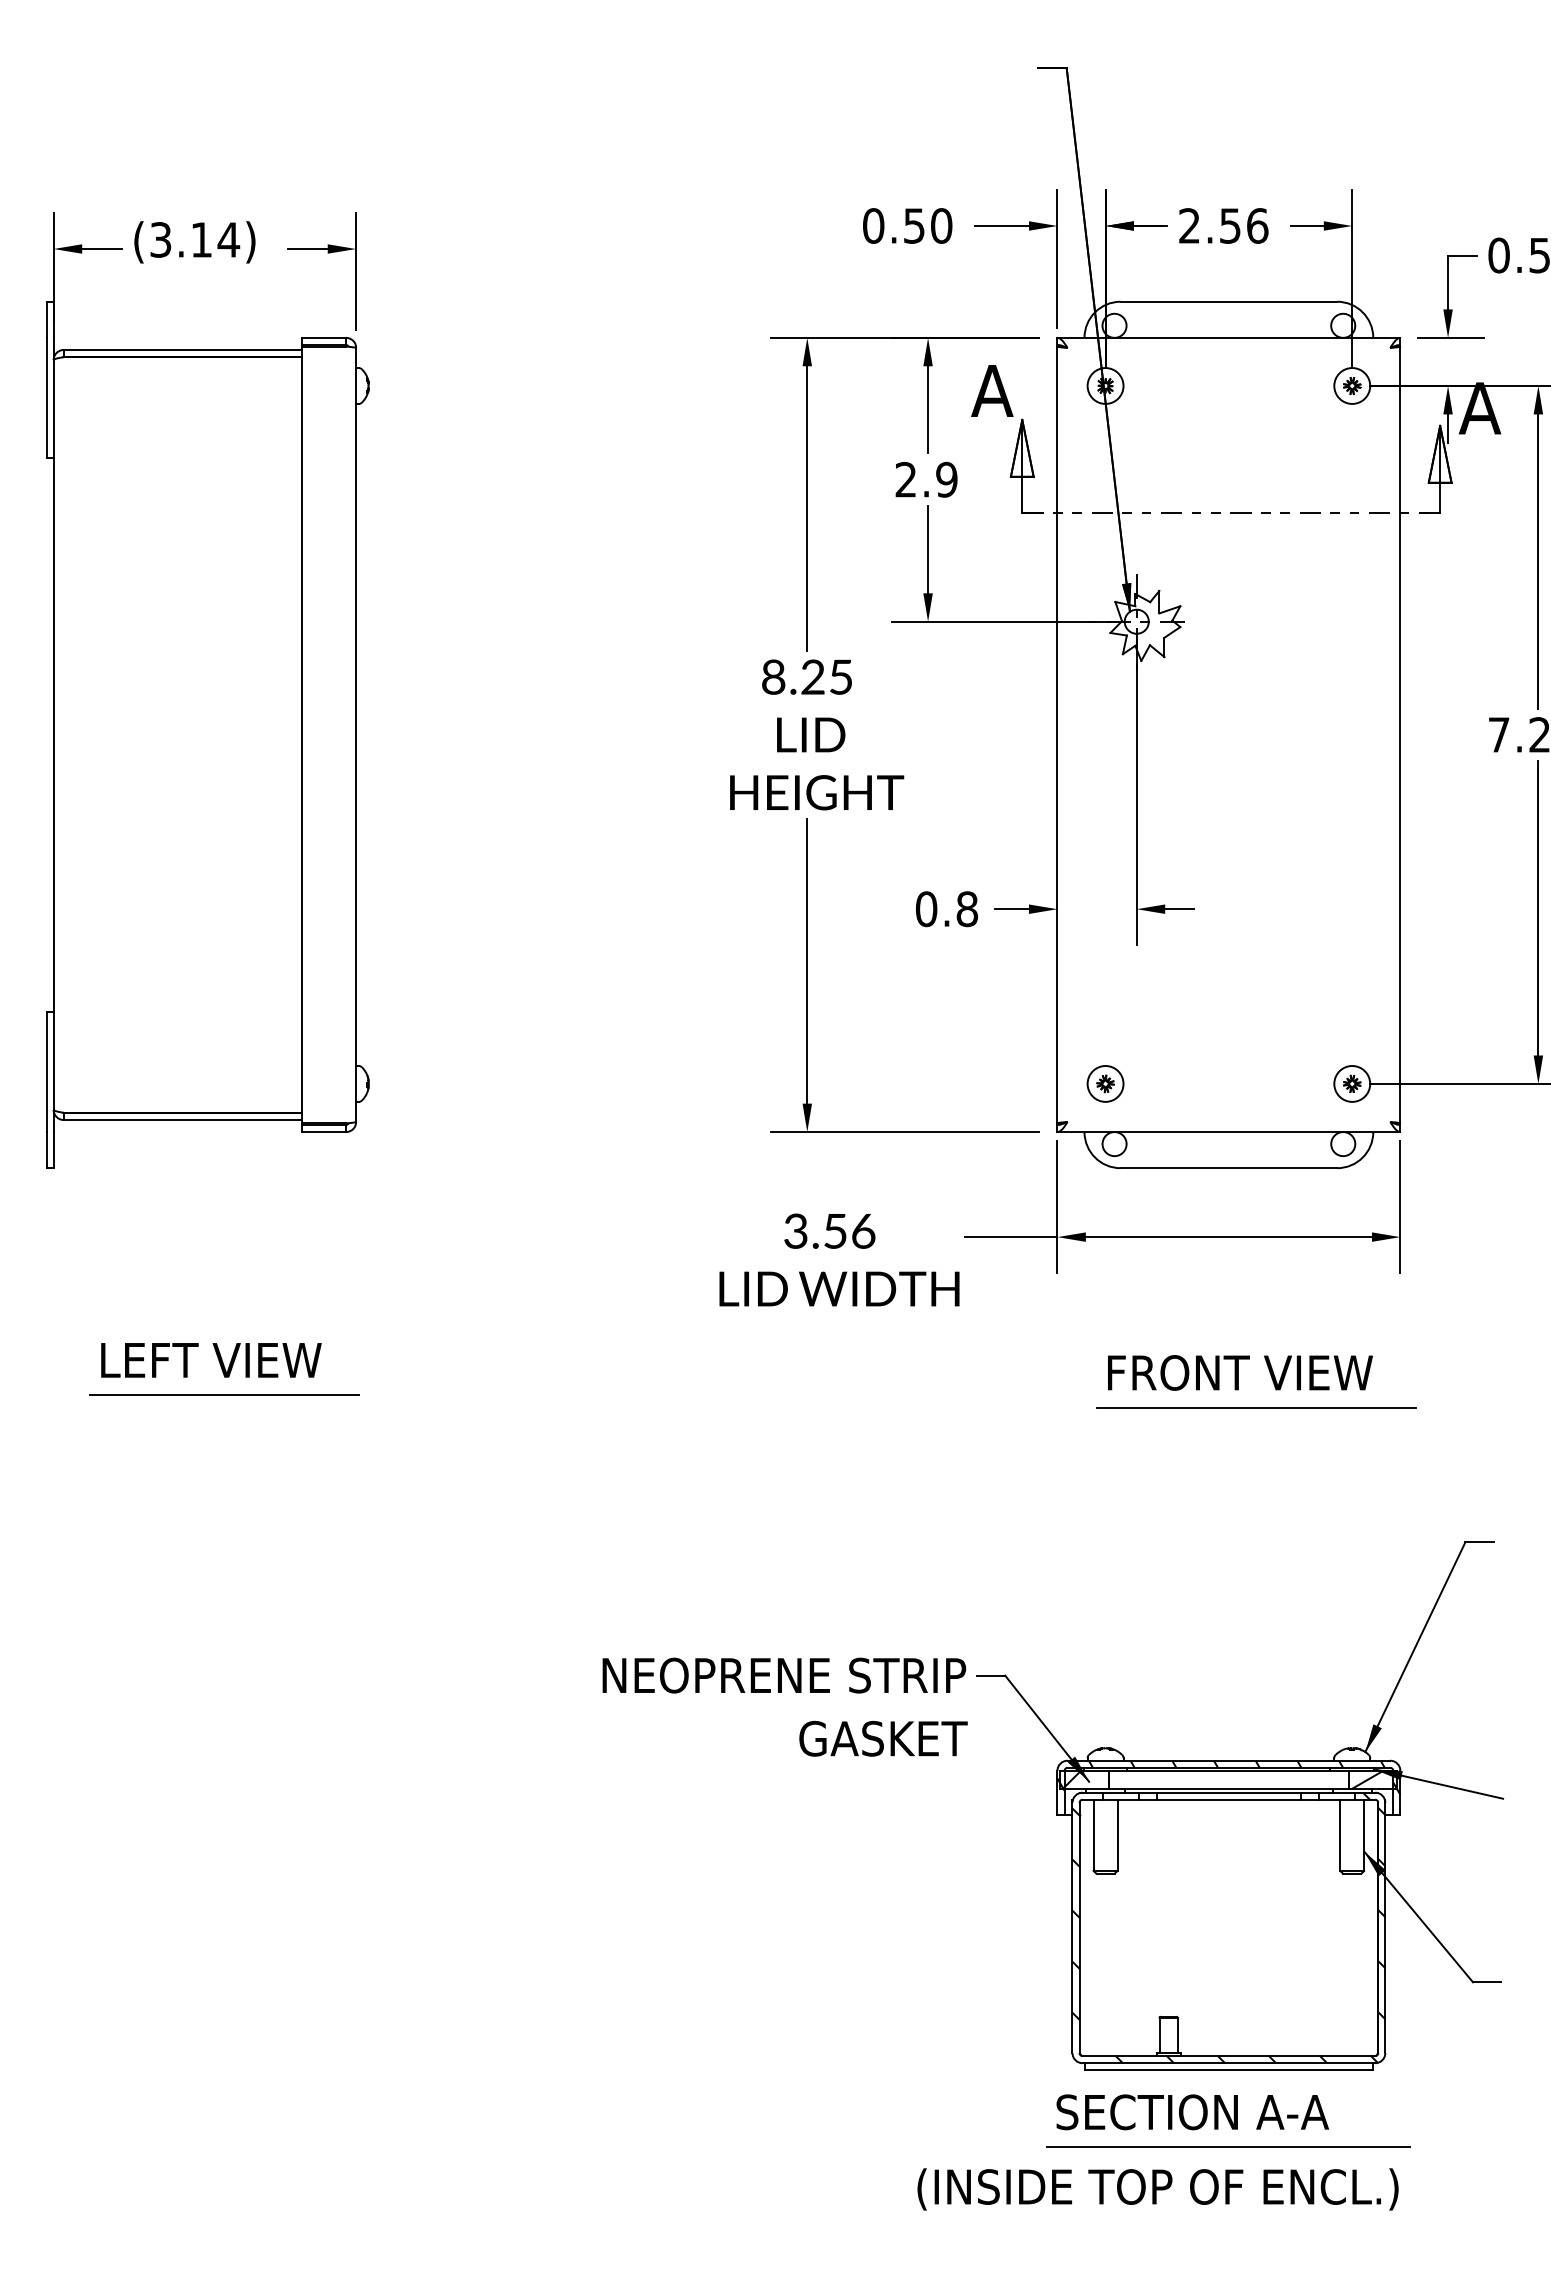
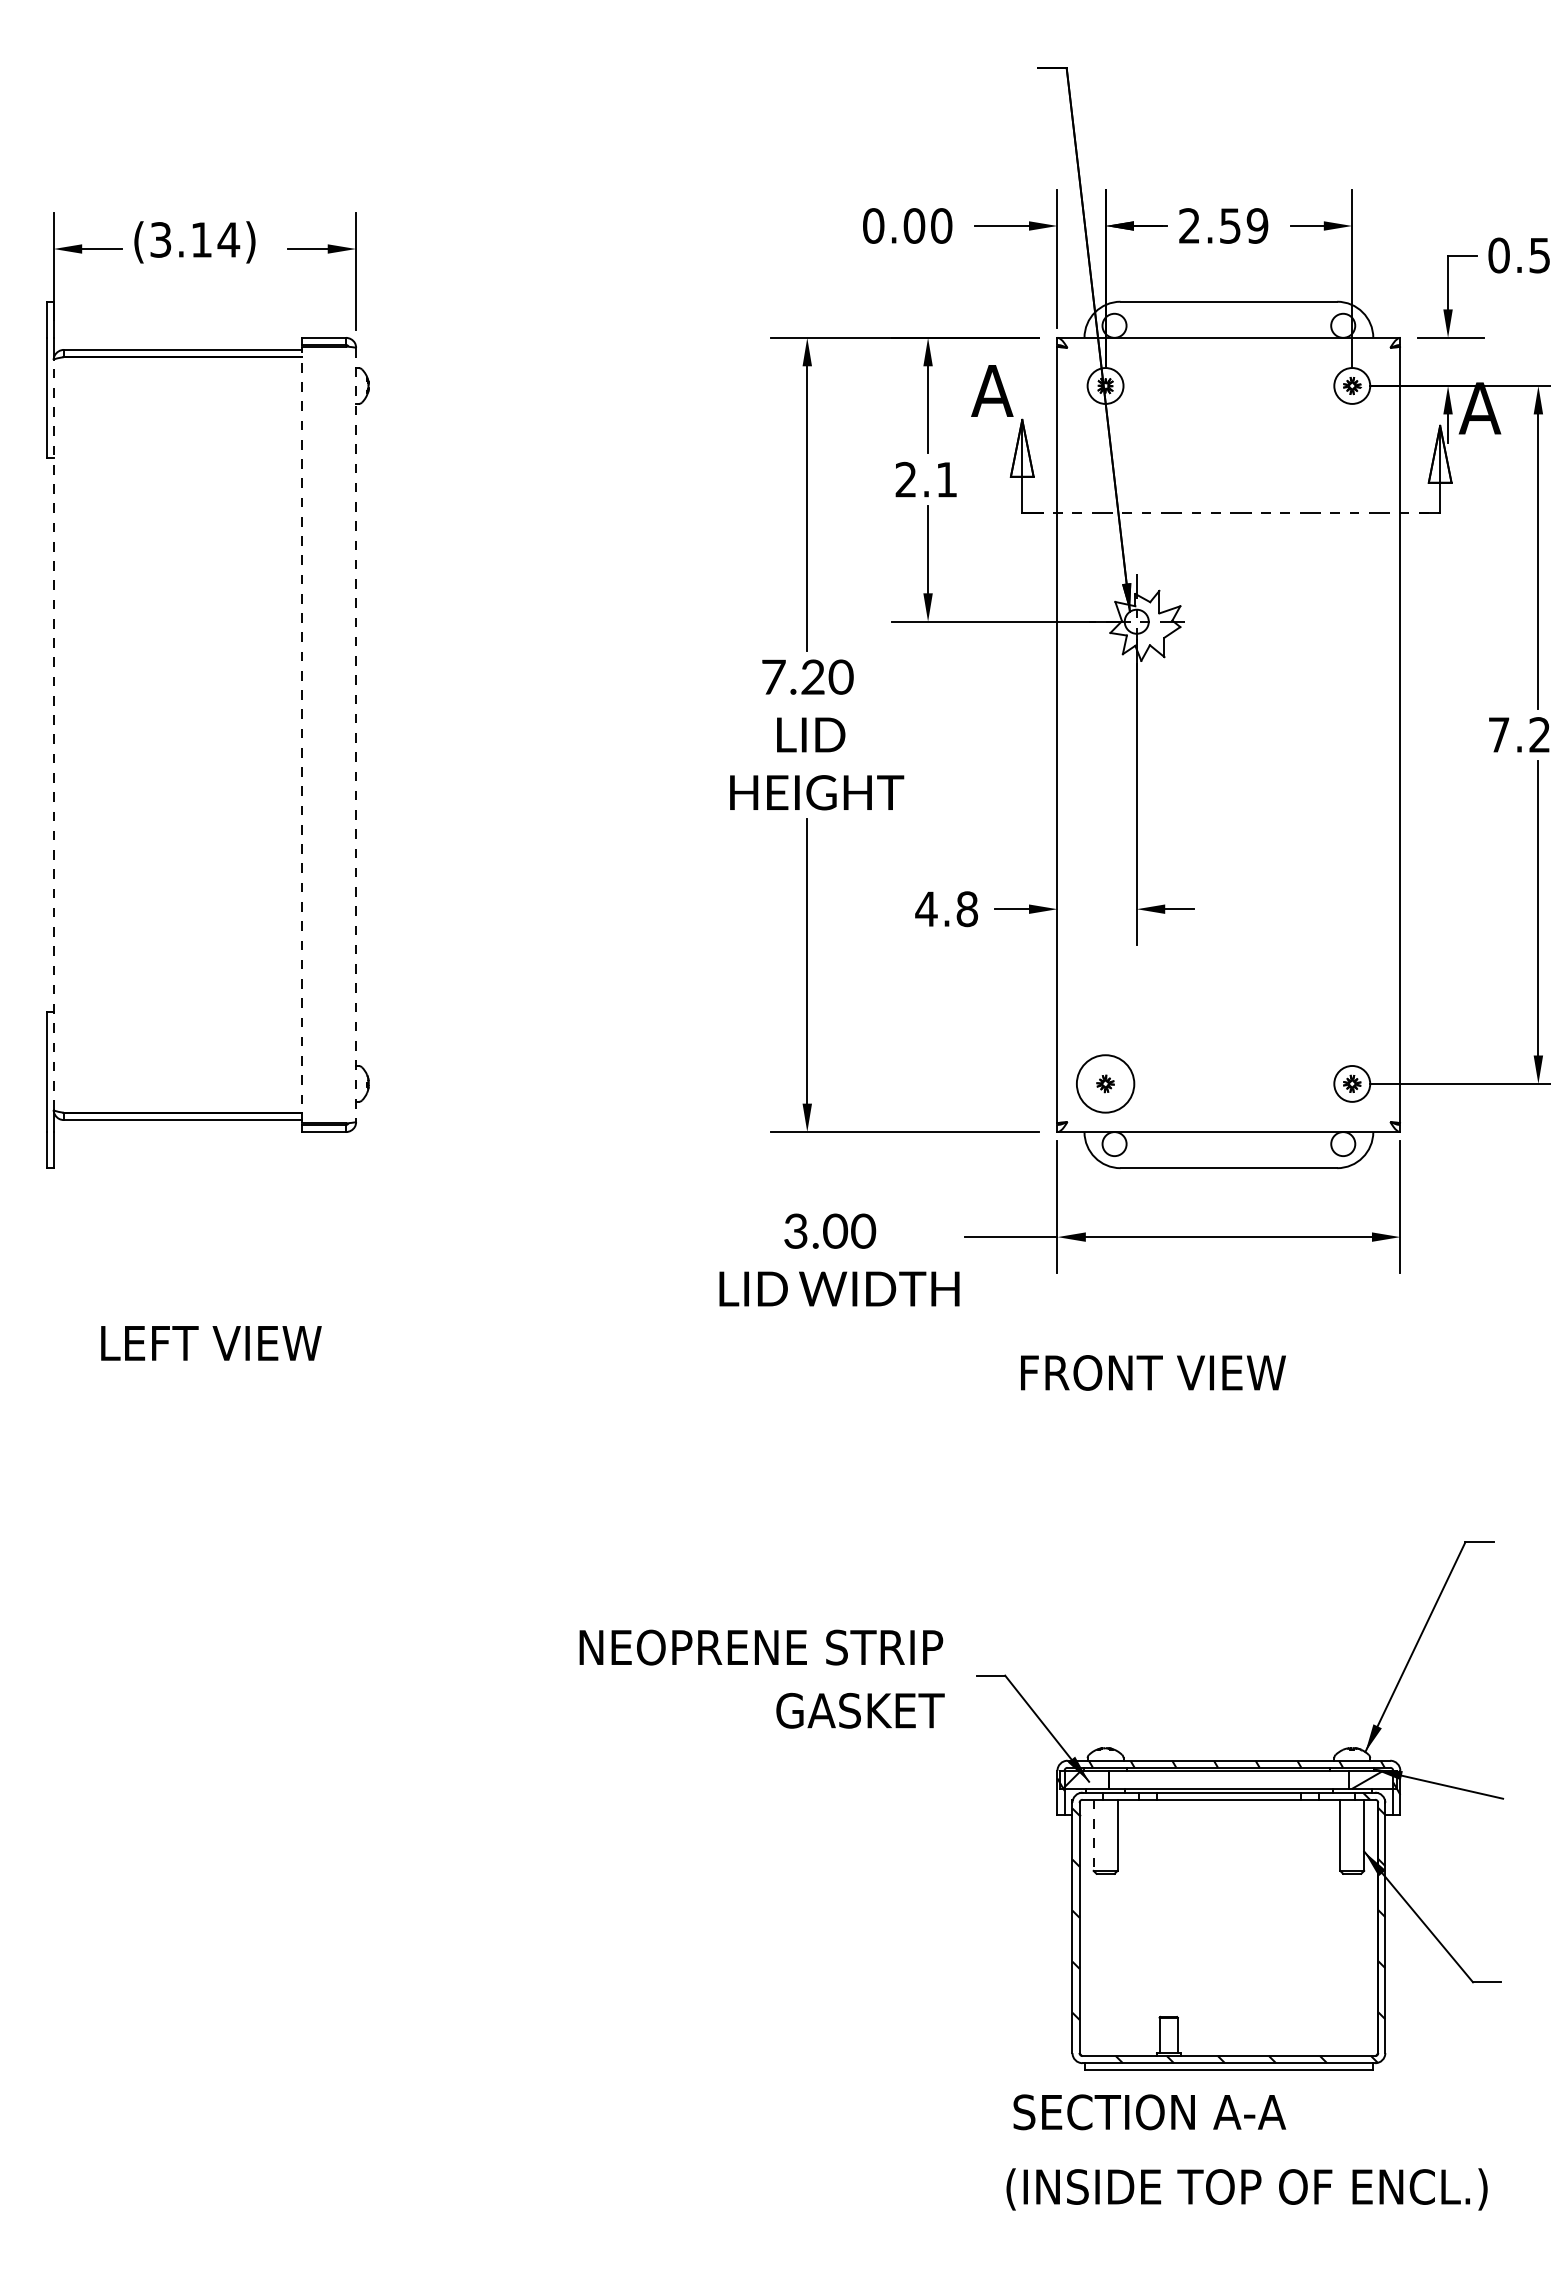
text at (914, 225): 0.50 -> 0.00
text at (1257, 225): 2.56 -> 2.59
text at (946, 479): 2.9 -> 2.1
text at (807, 676): 8.25 -> 7.20
line at (53, 734): solid -> dashed
line at (302, 734): solid -> dashed
line at (356, 734): solid -> dashed
text at (926, 909): 0.8 -> 4.8
circle at (1105, 1083) diameter: 36 px -> 57 px
text at (849, 1230): 3.56 -> 3.00
text at (211, 1360) position: (211, 1360) -> (211, 1343)
text at (1240, 1372) position: (1240, 1372) -> (1153, 1372)
line at (224, 1395): present -> none
line at (1256, 1407): present -> none
text at (784, 1706) position: (784, 1706) -> (761, 1678)
line at (1093, 1835): solid -> dashed
text at (1192, 2112) position: (1192, 2112) -> (1149, 2112)
line at (1228, 2147): present -> none
text at (1157, 2189) position: (1157, 2189) -> (1246, 2189)
